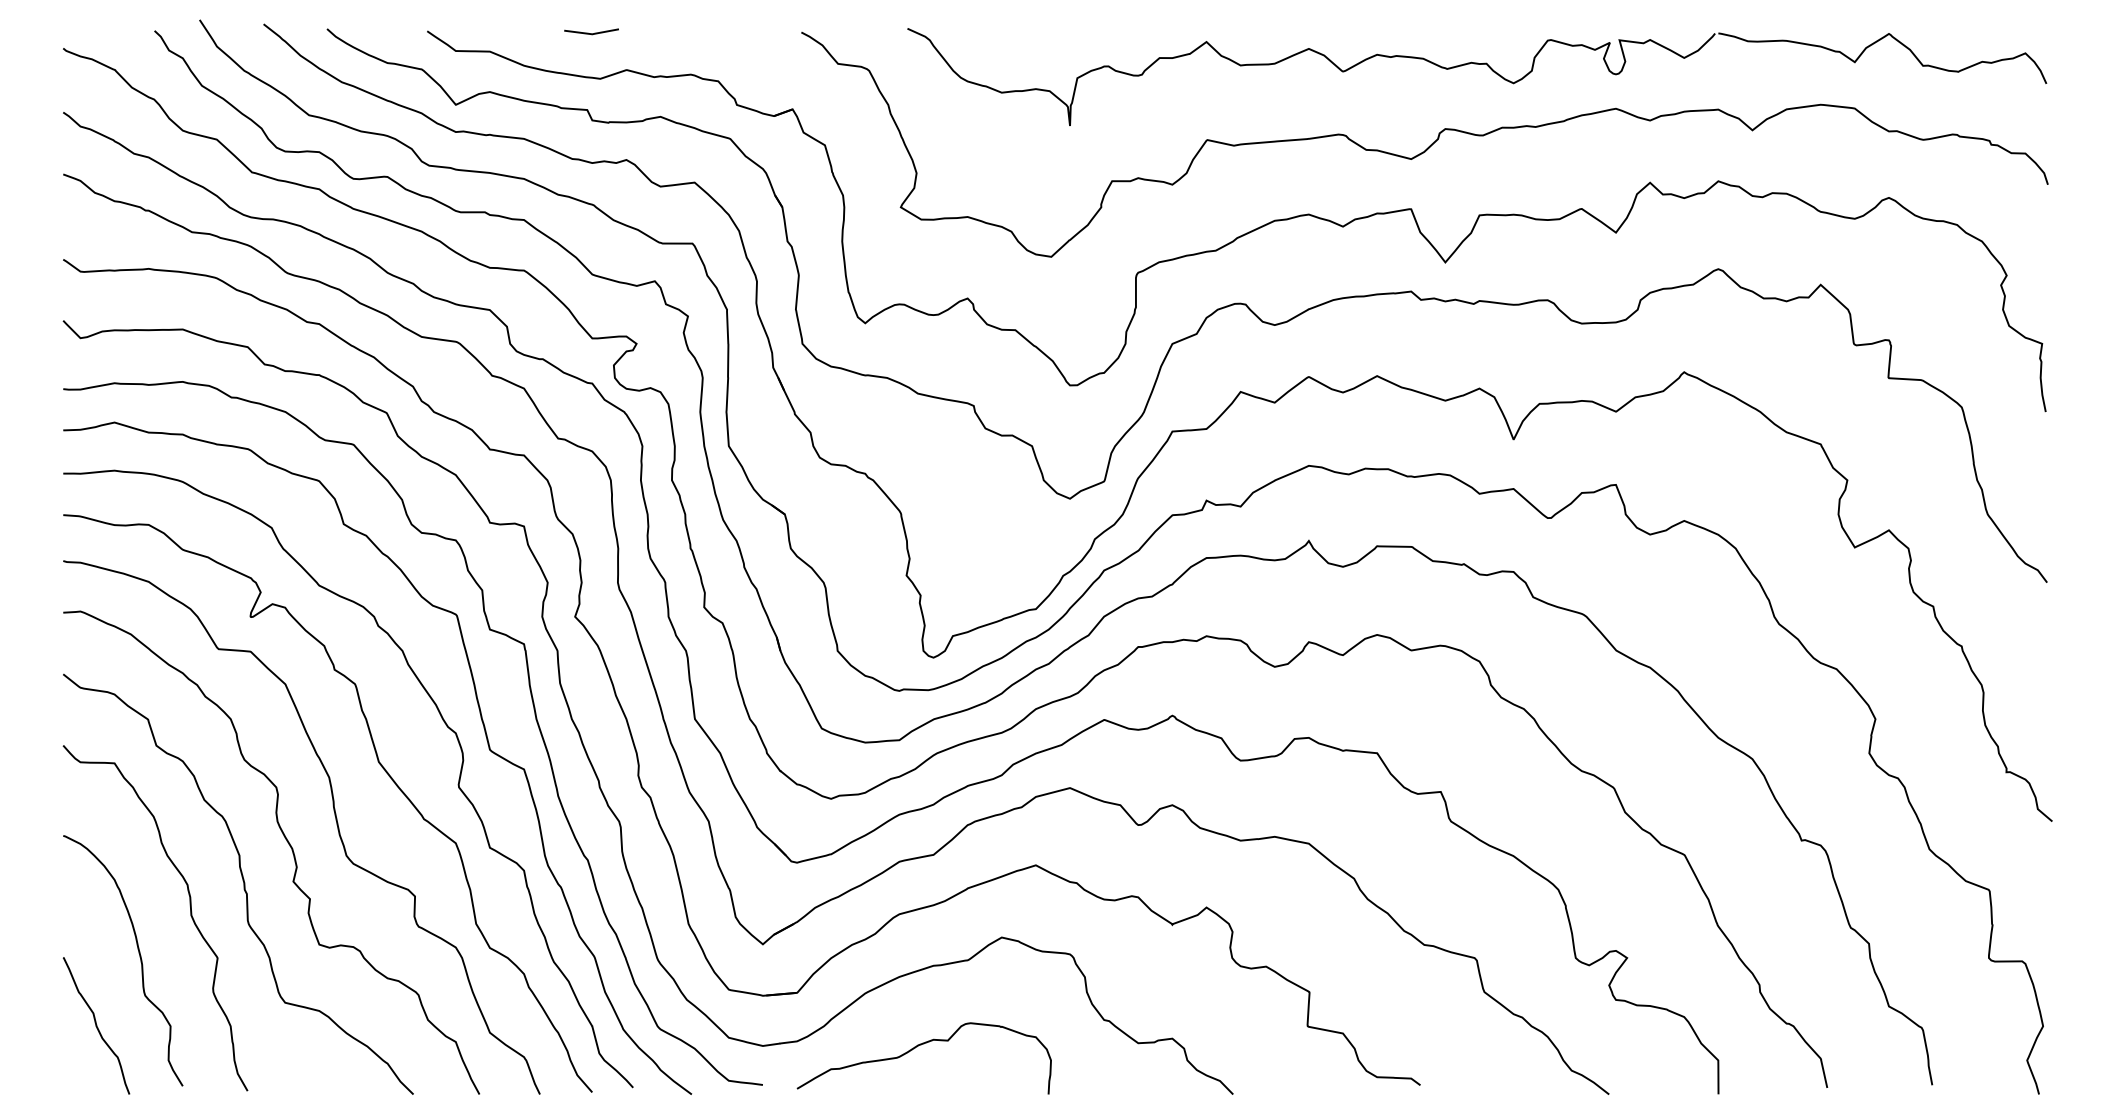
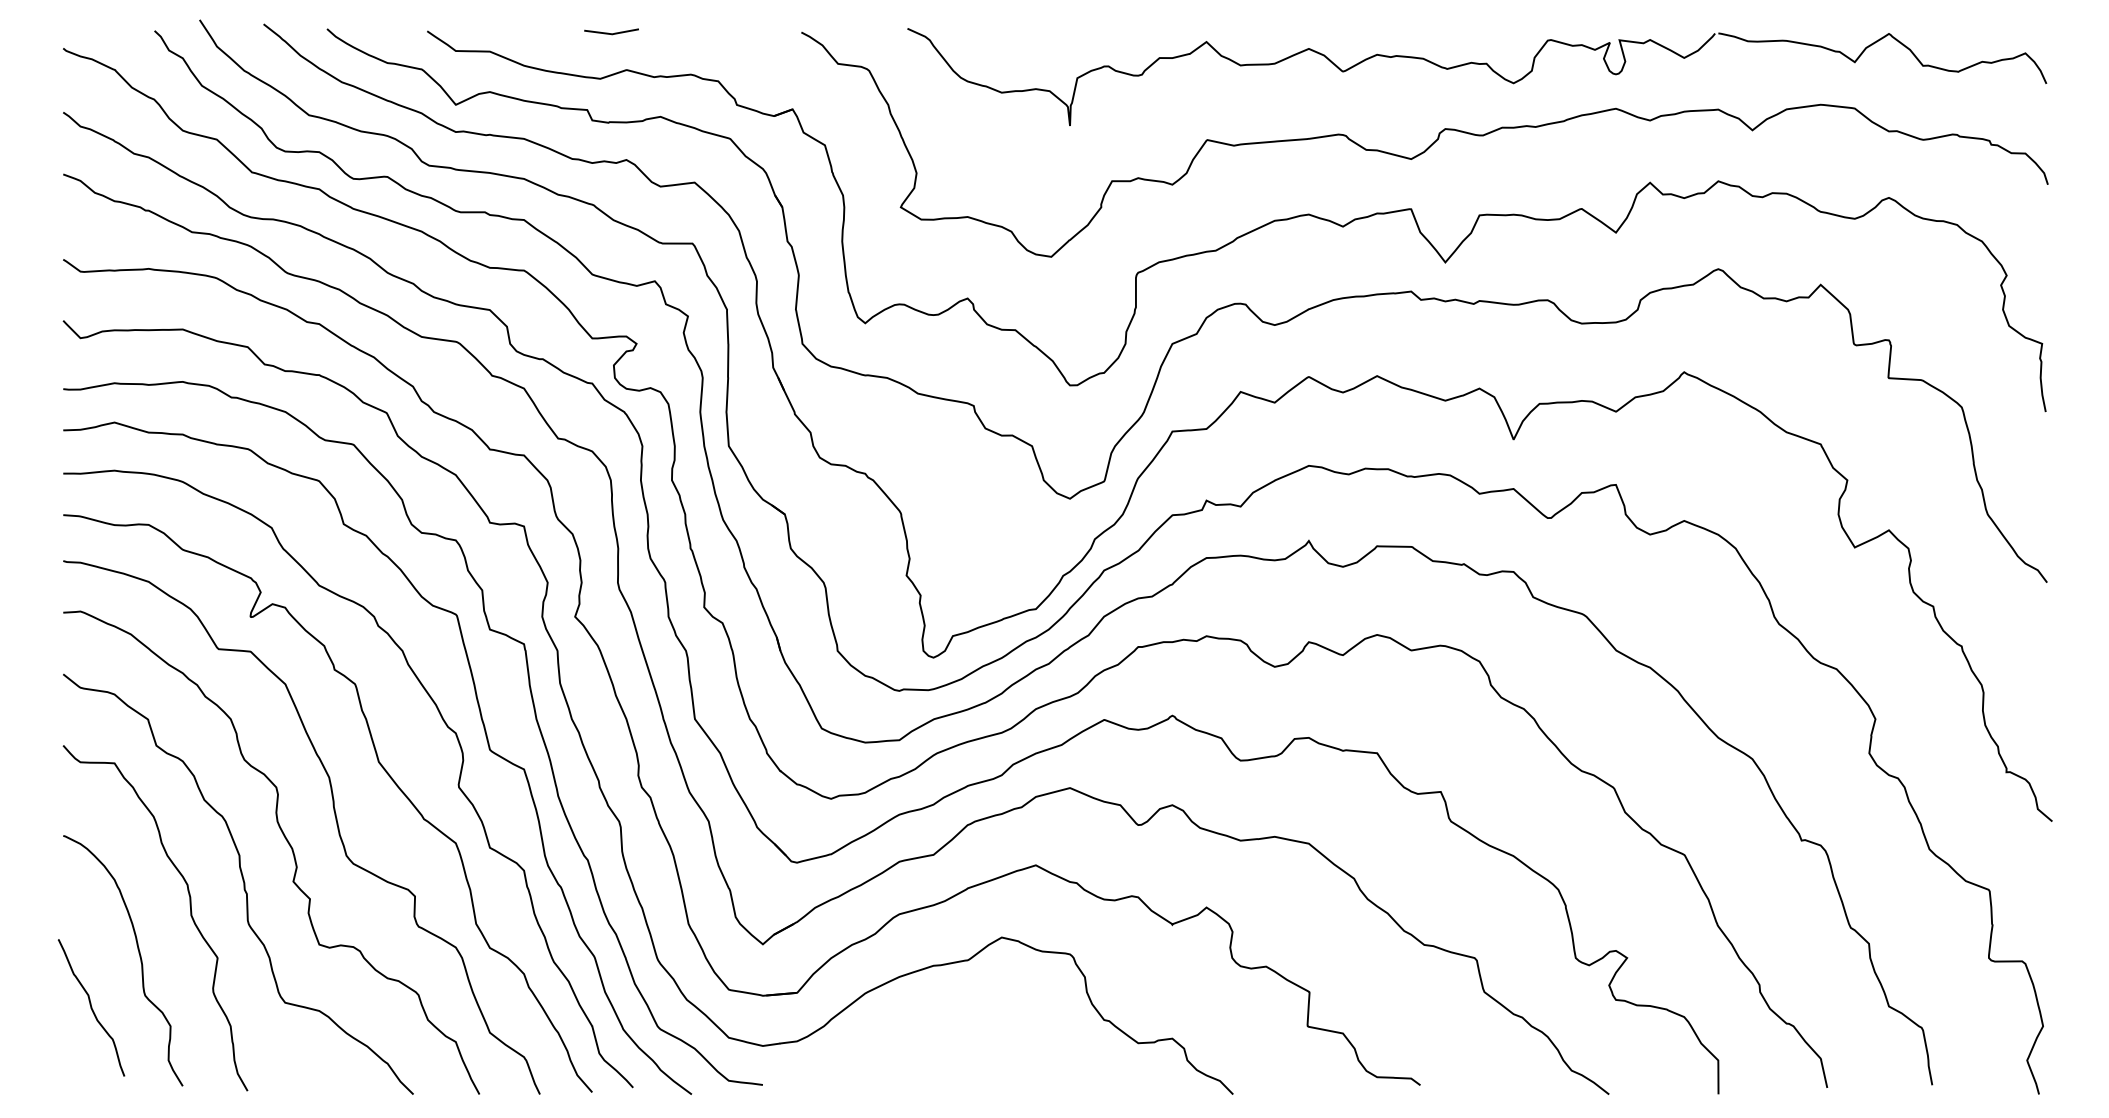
line at (591, 33) position: (591, 33) -> (611, 33)
curve at (96, 1025) position: (96, 1025) -> (91, 1007)
curve at (915, 1048): present -> none
